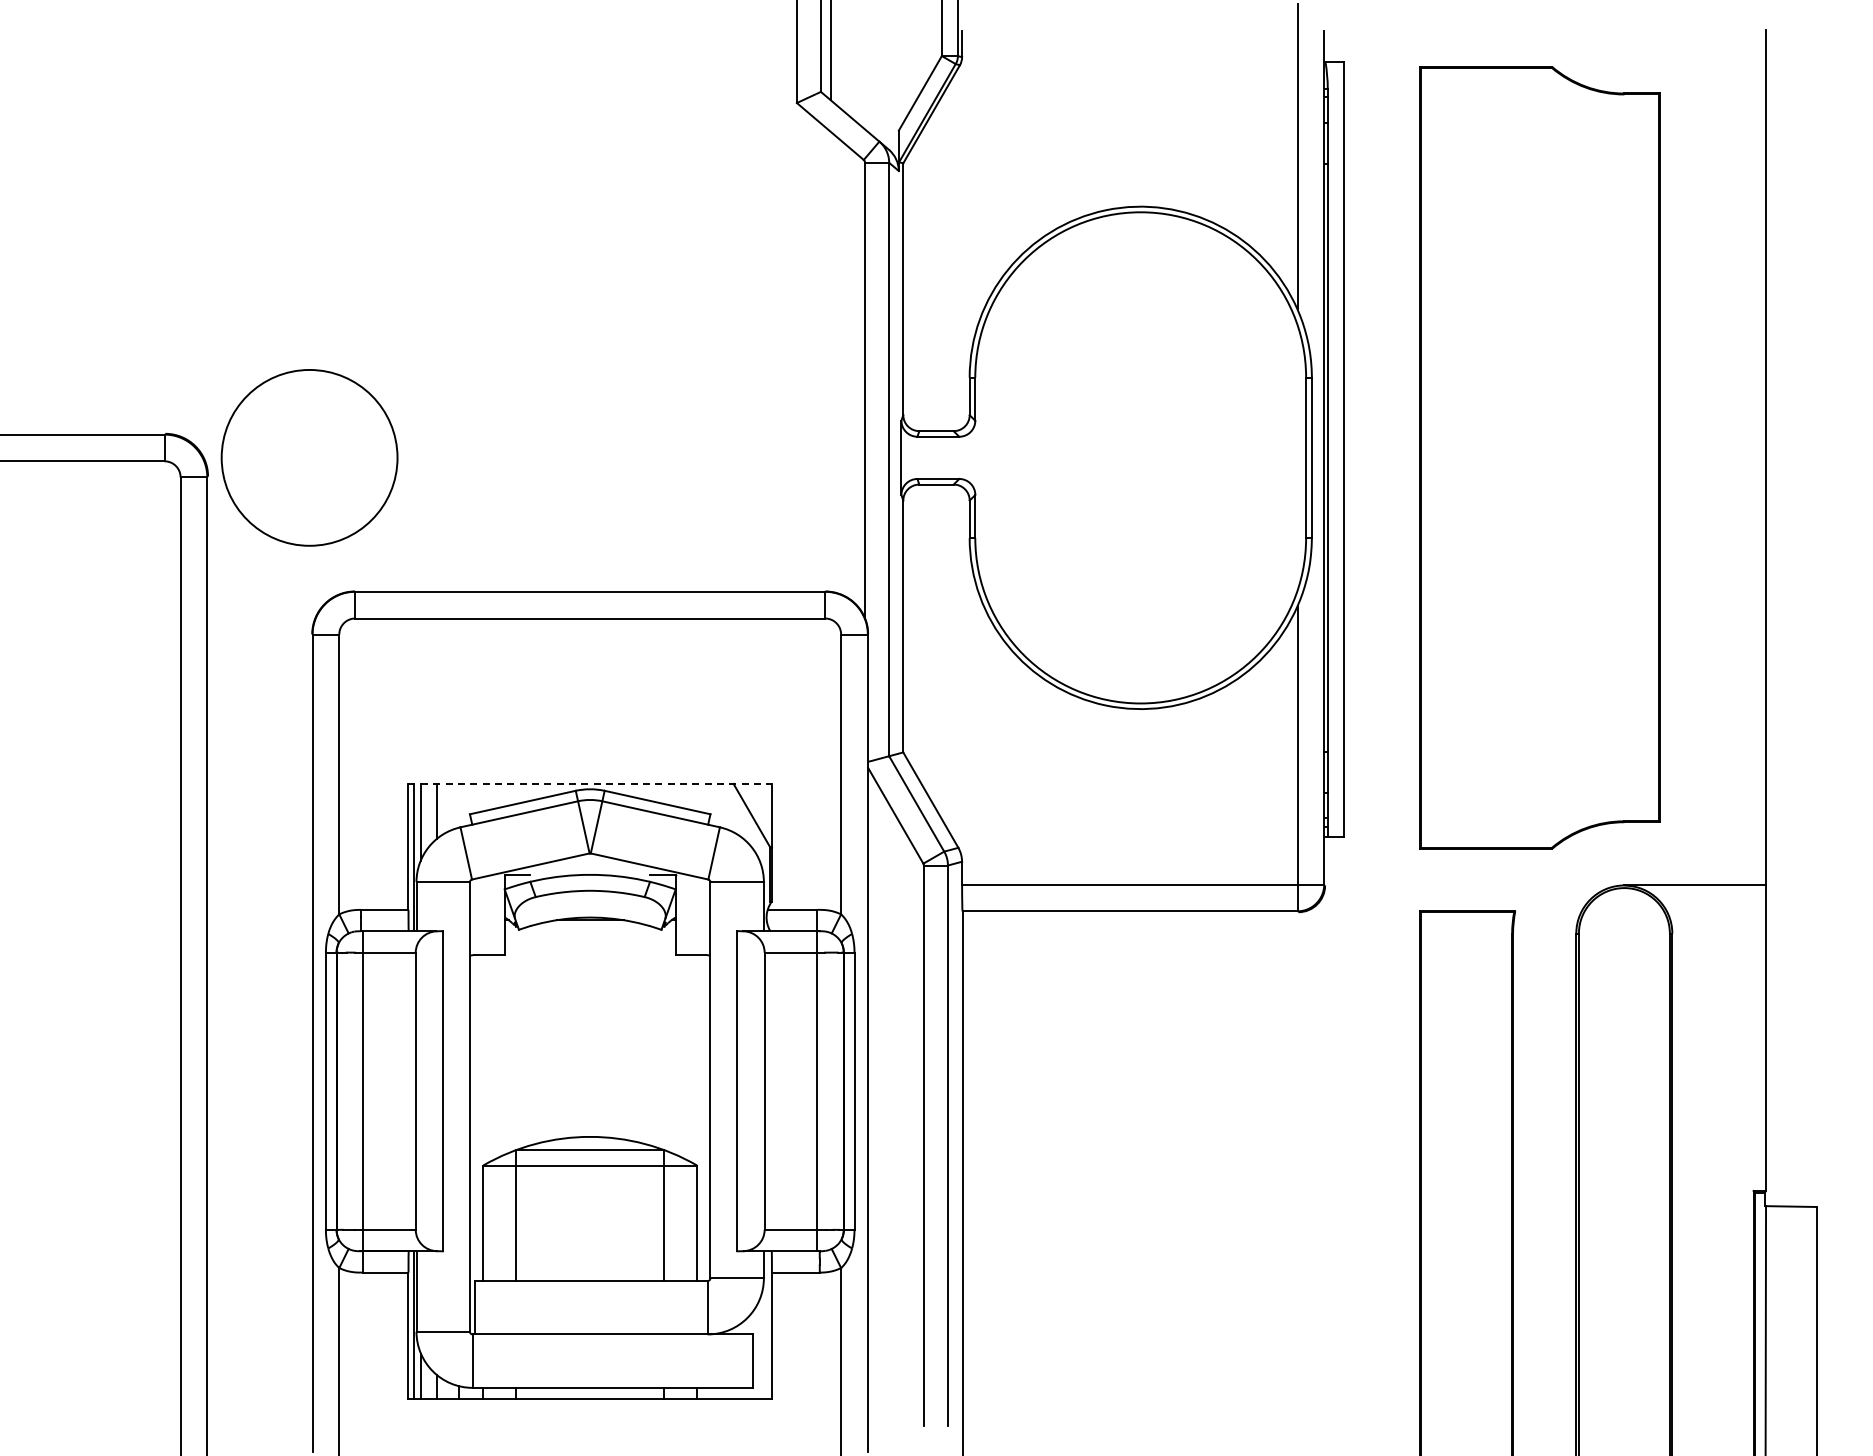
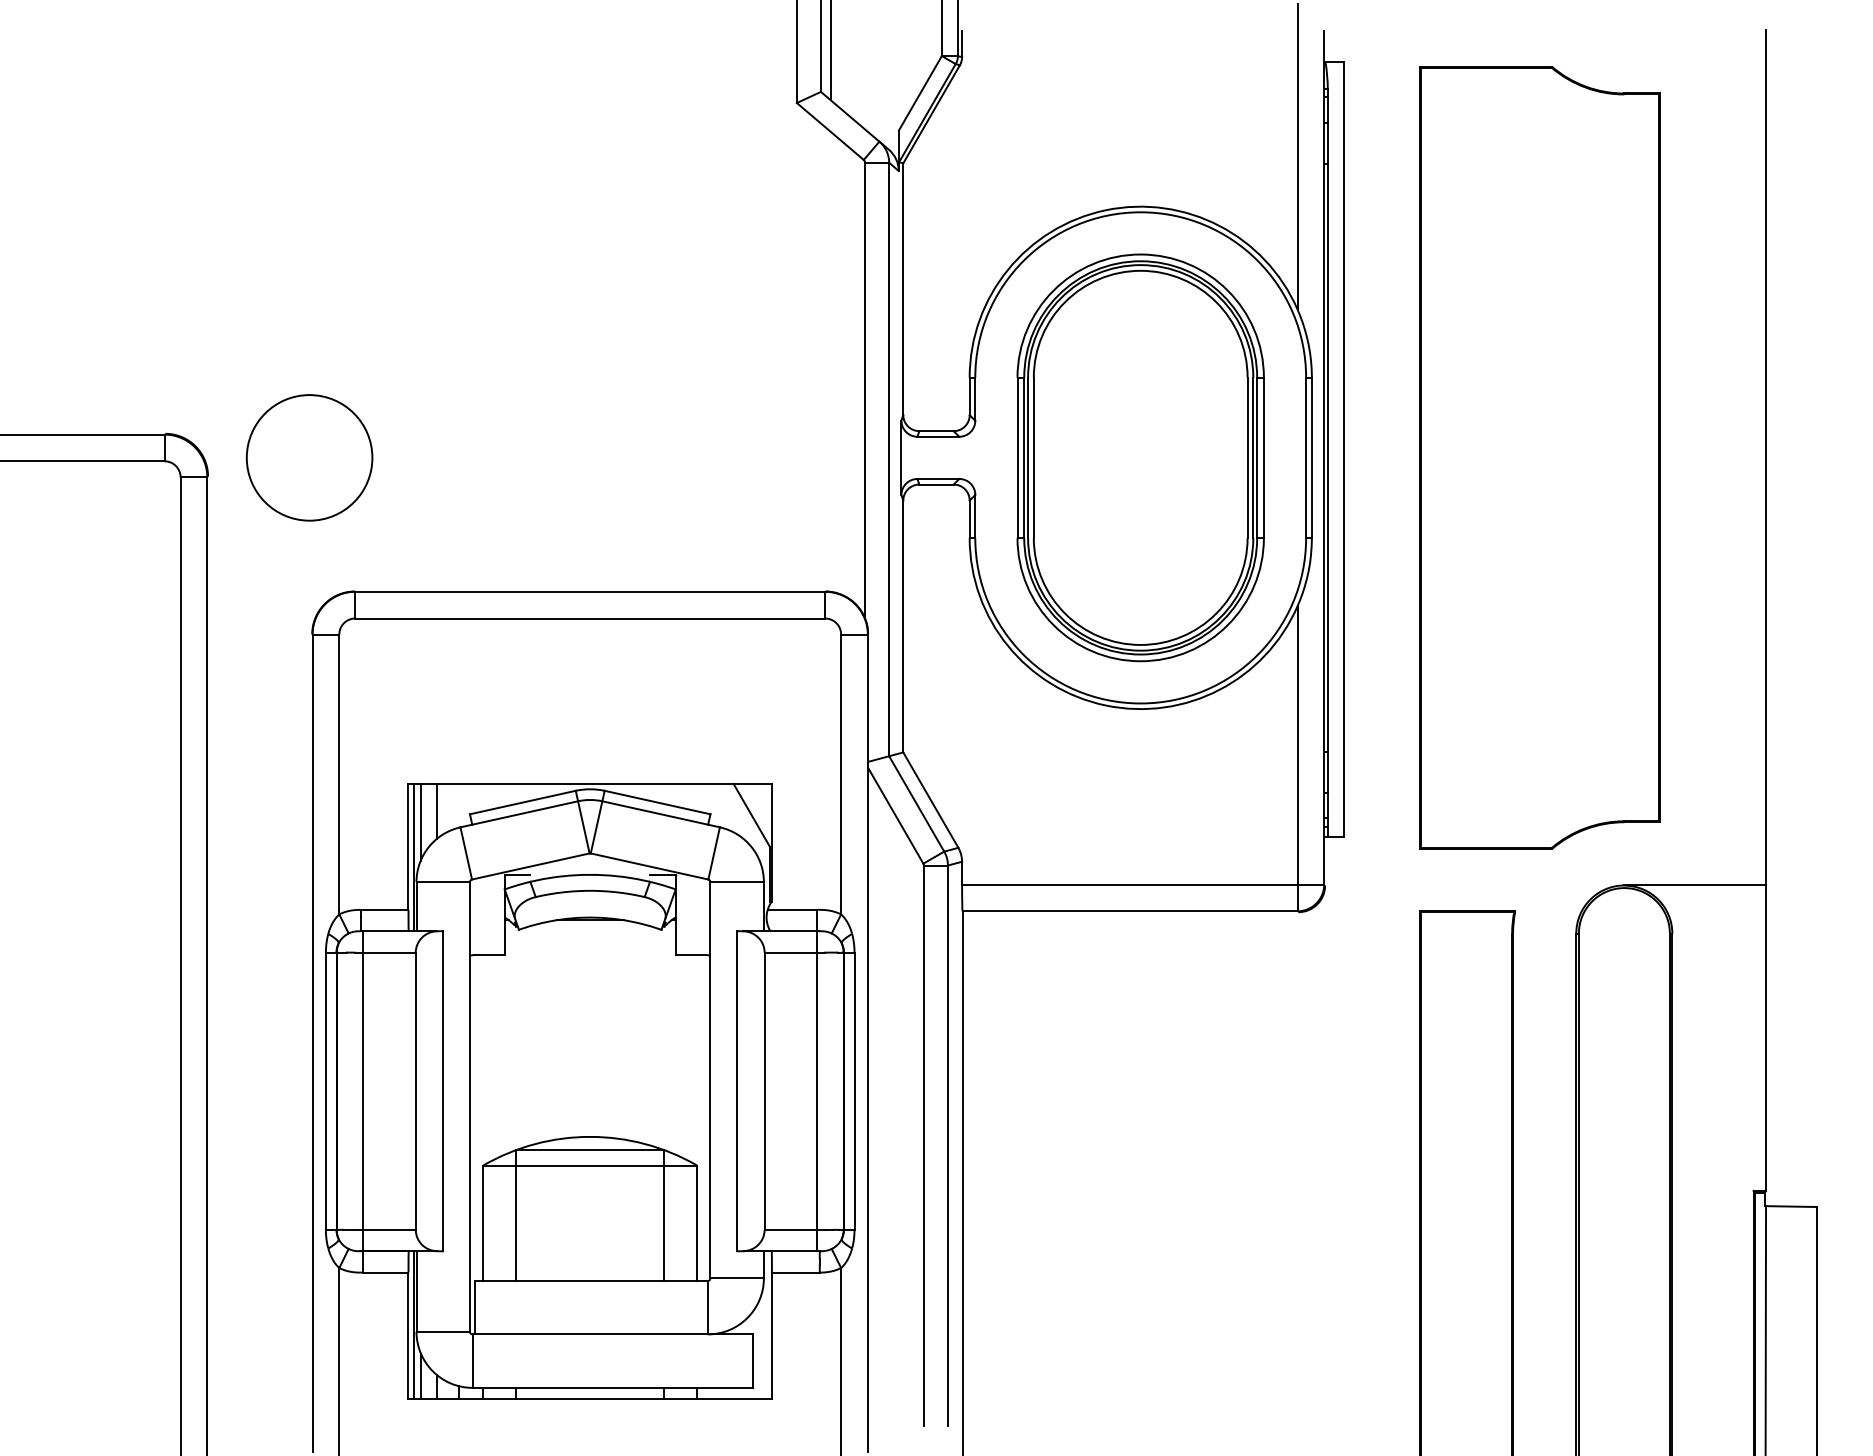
circle at (309, 457) diameter: 176 px -> 126 px
part at (1140, 457): none -> present
line at (590, 783): dashed -> solid
